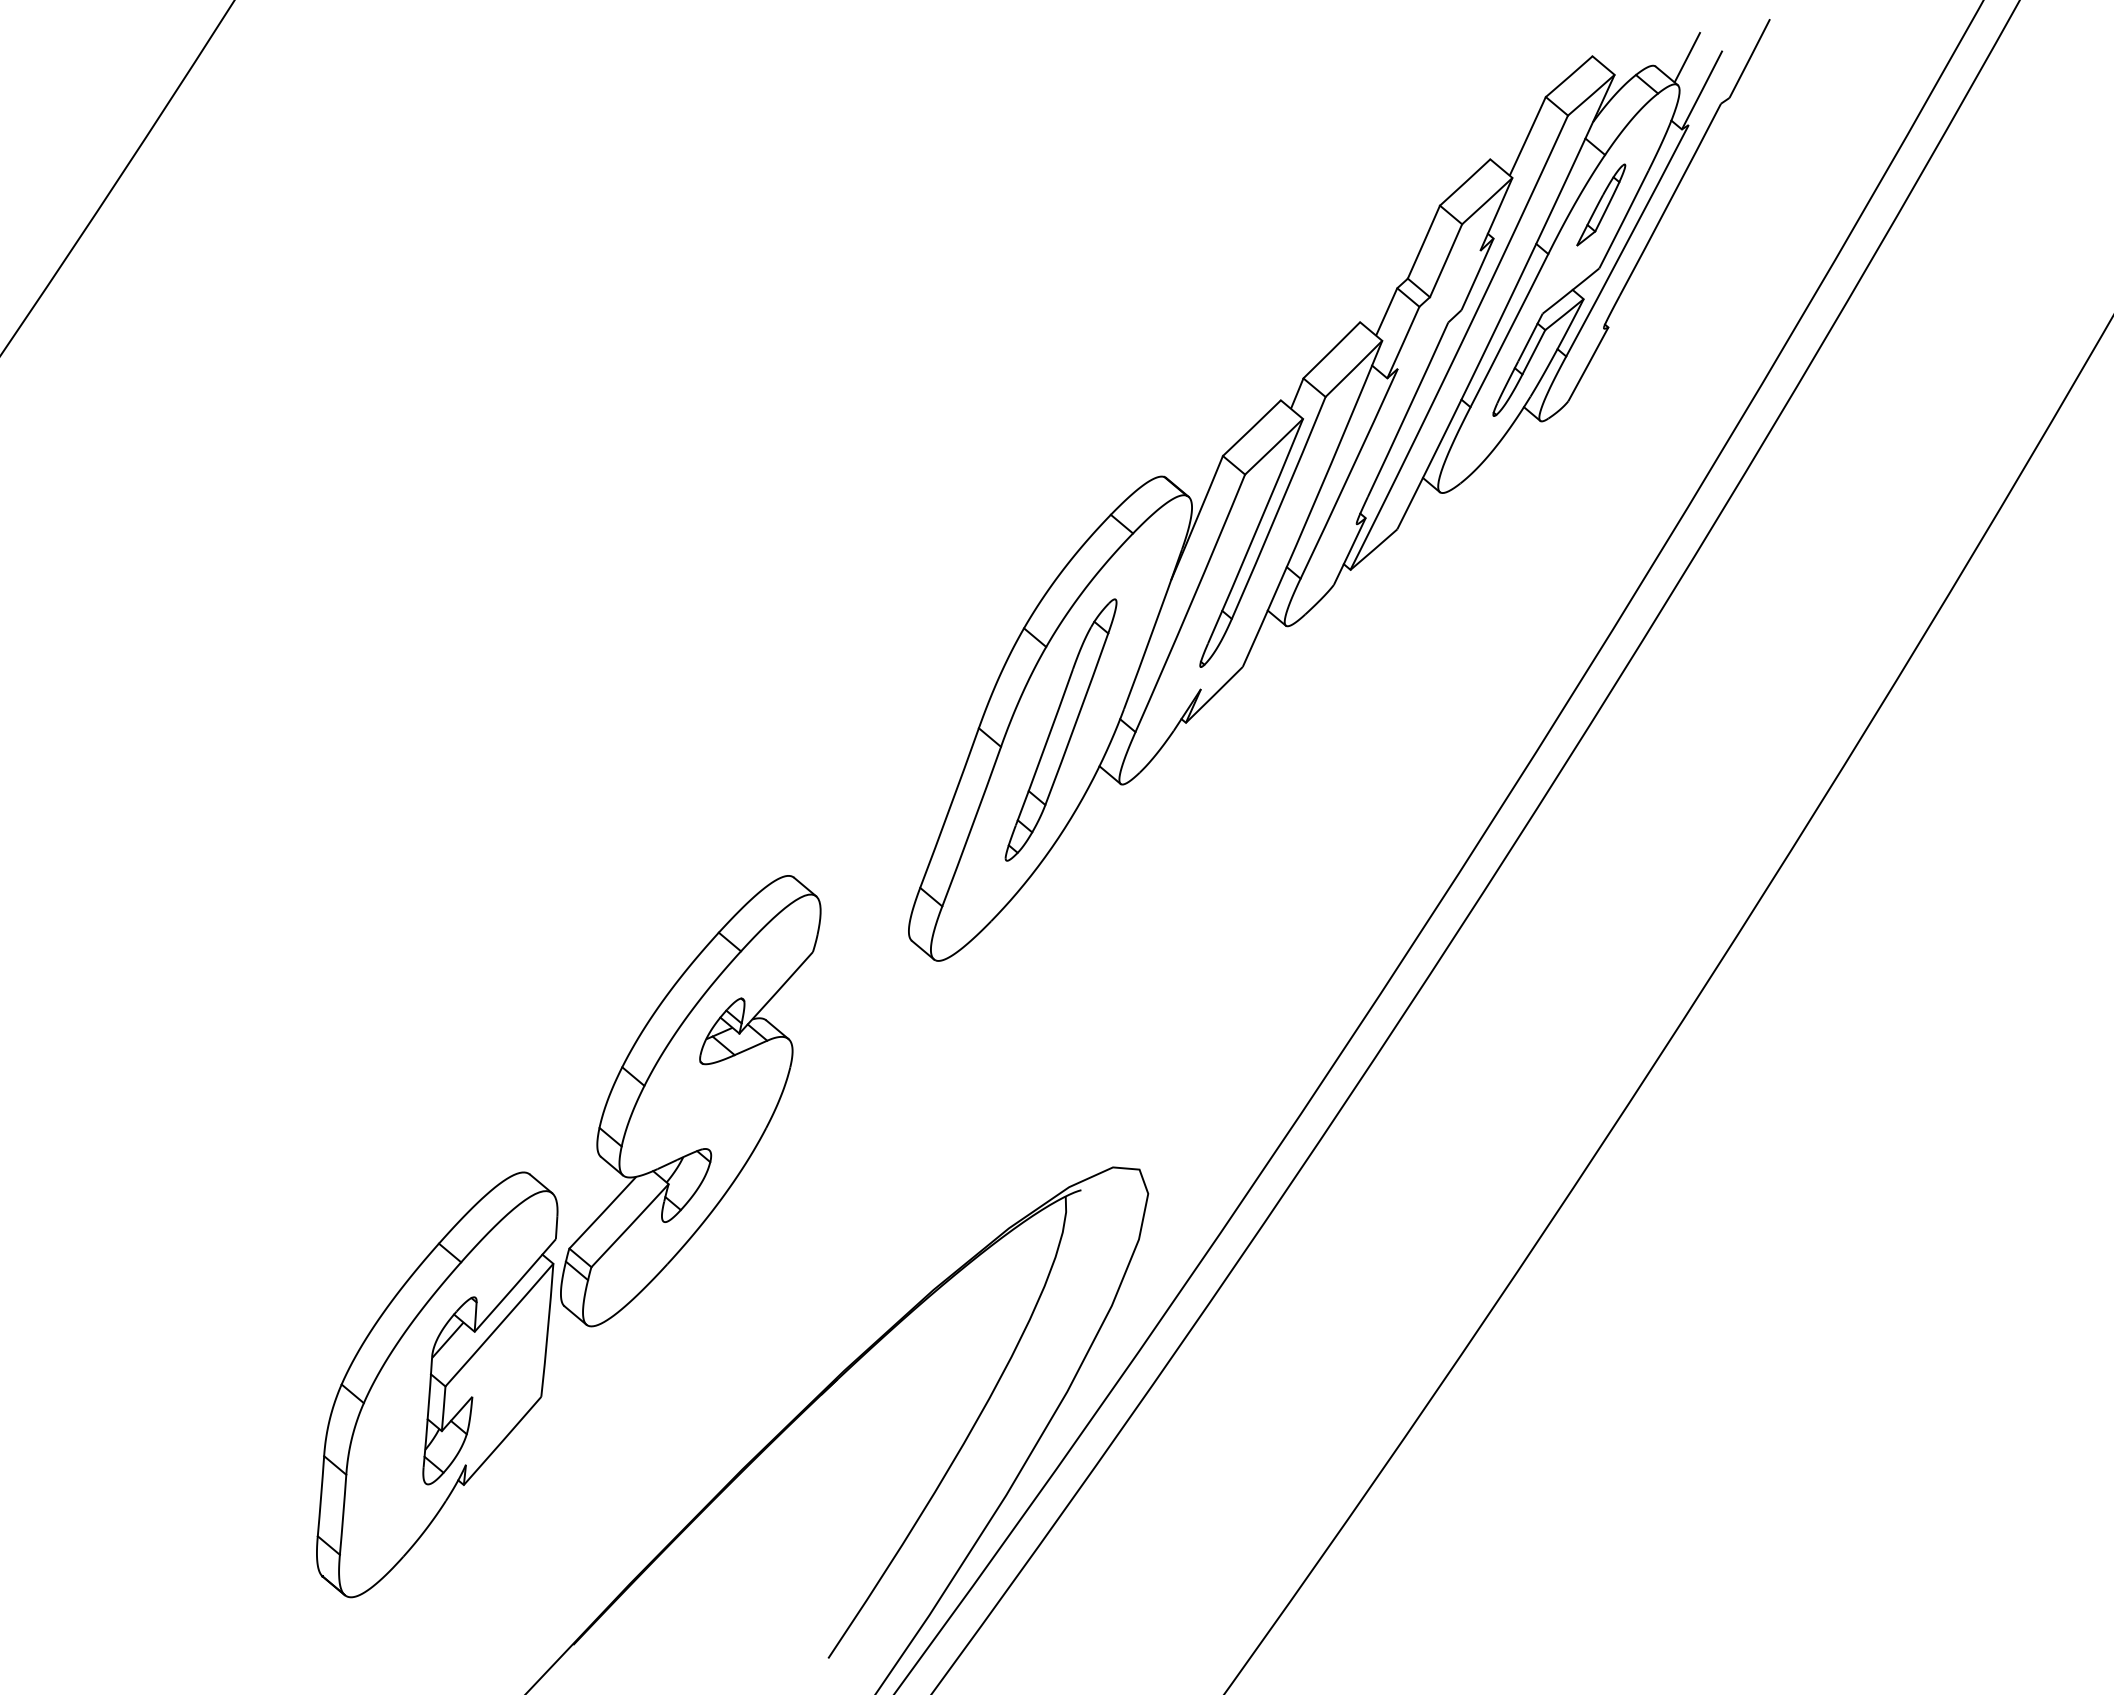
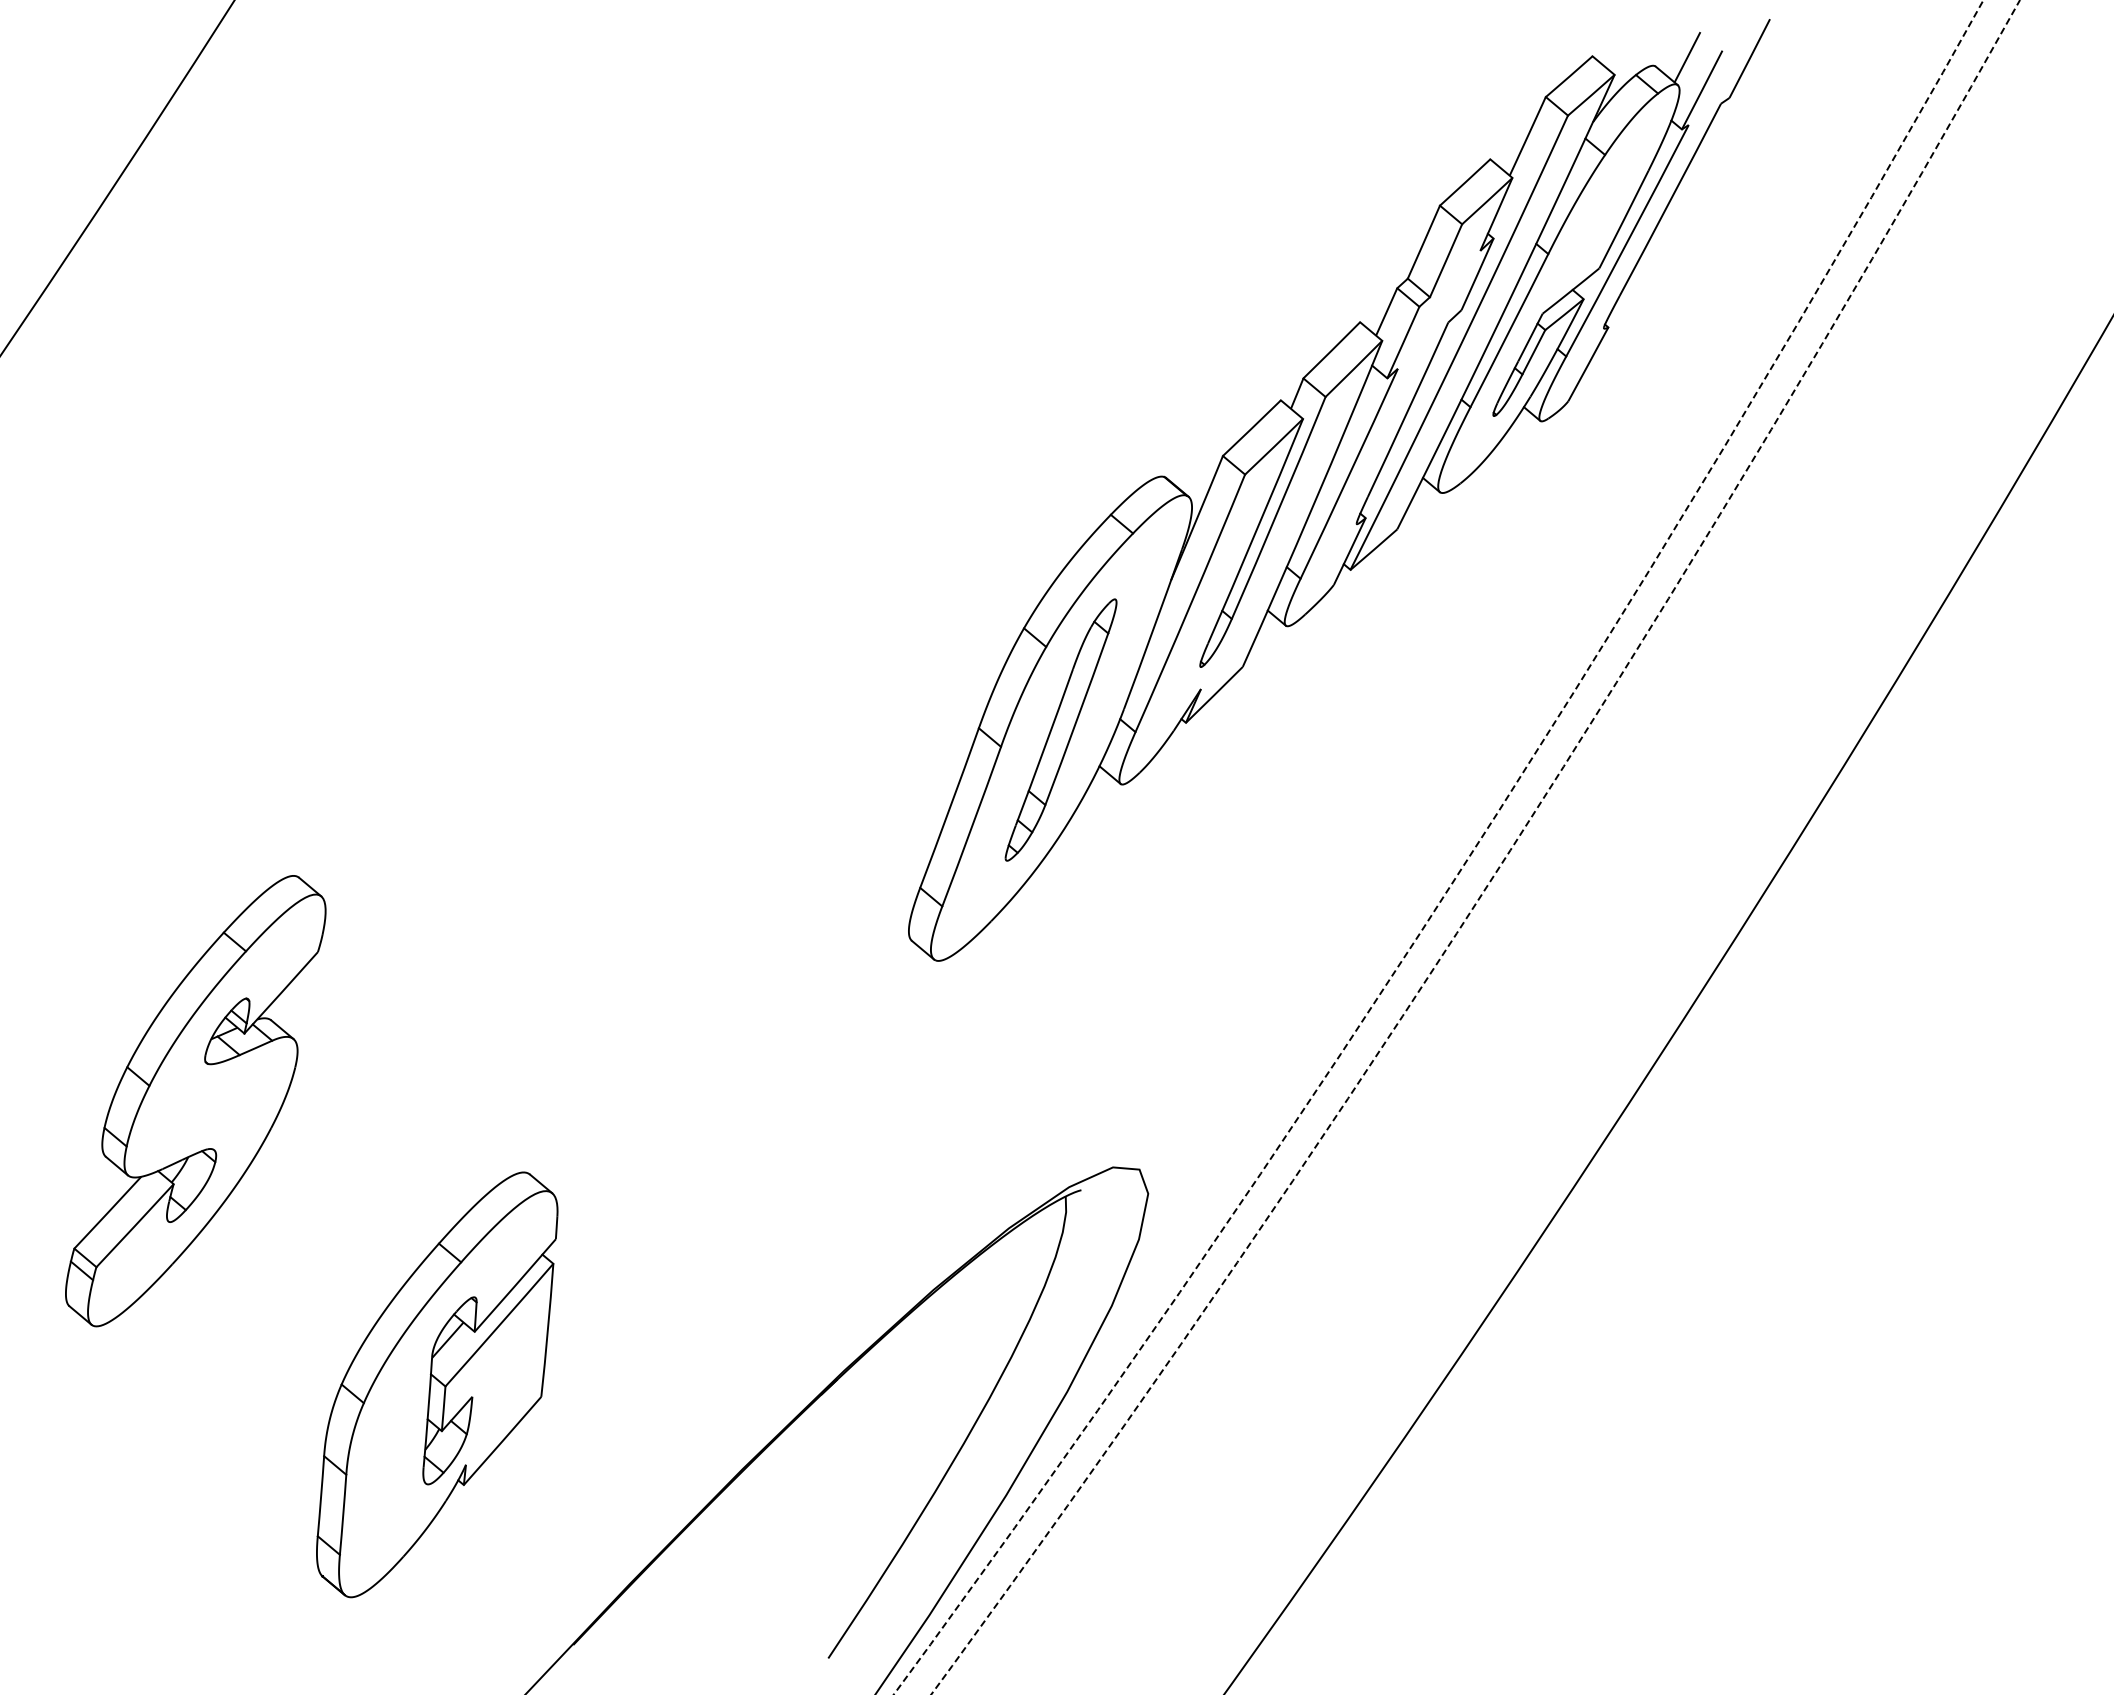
part at (1601, 204): present -> none
circle at (1475, 847): solid -> dashed
arc at (1465, 862): solid -> dashed
part at (690, 1101) position: (690, 1101) -> (195, 1101)
